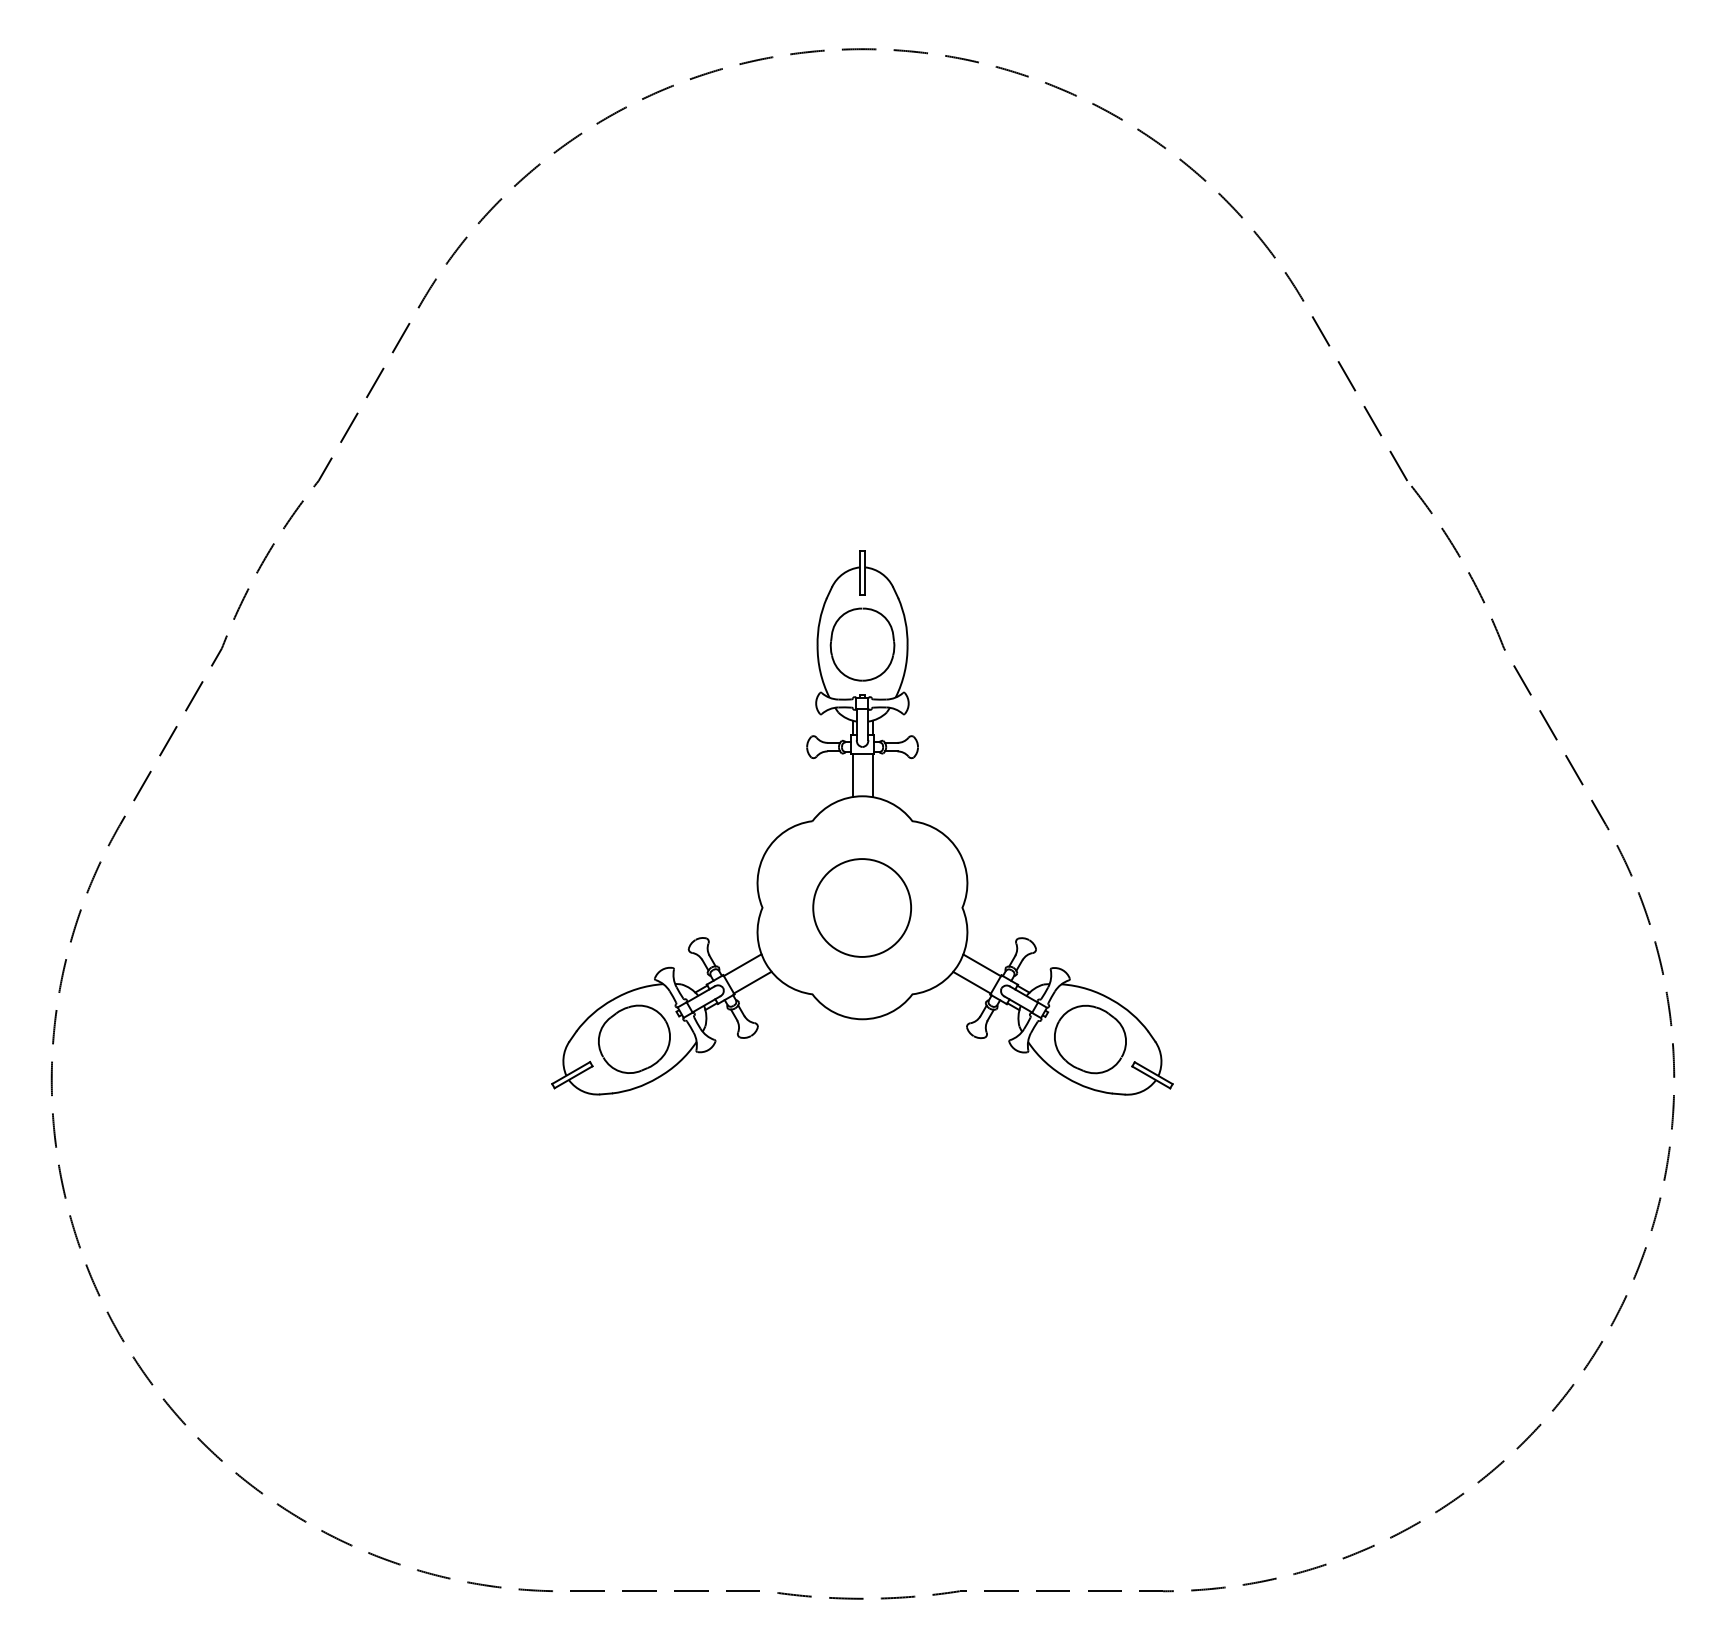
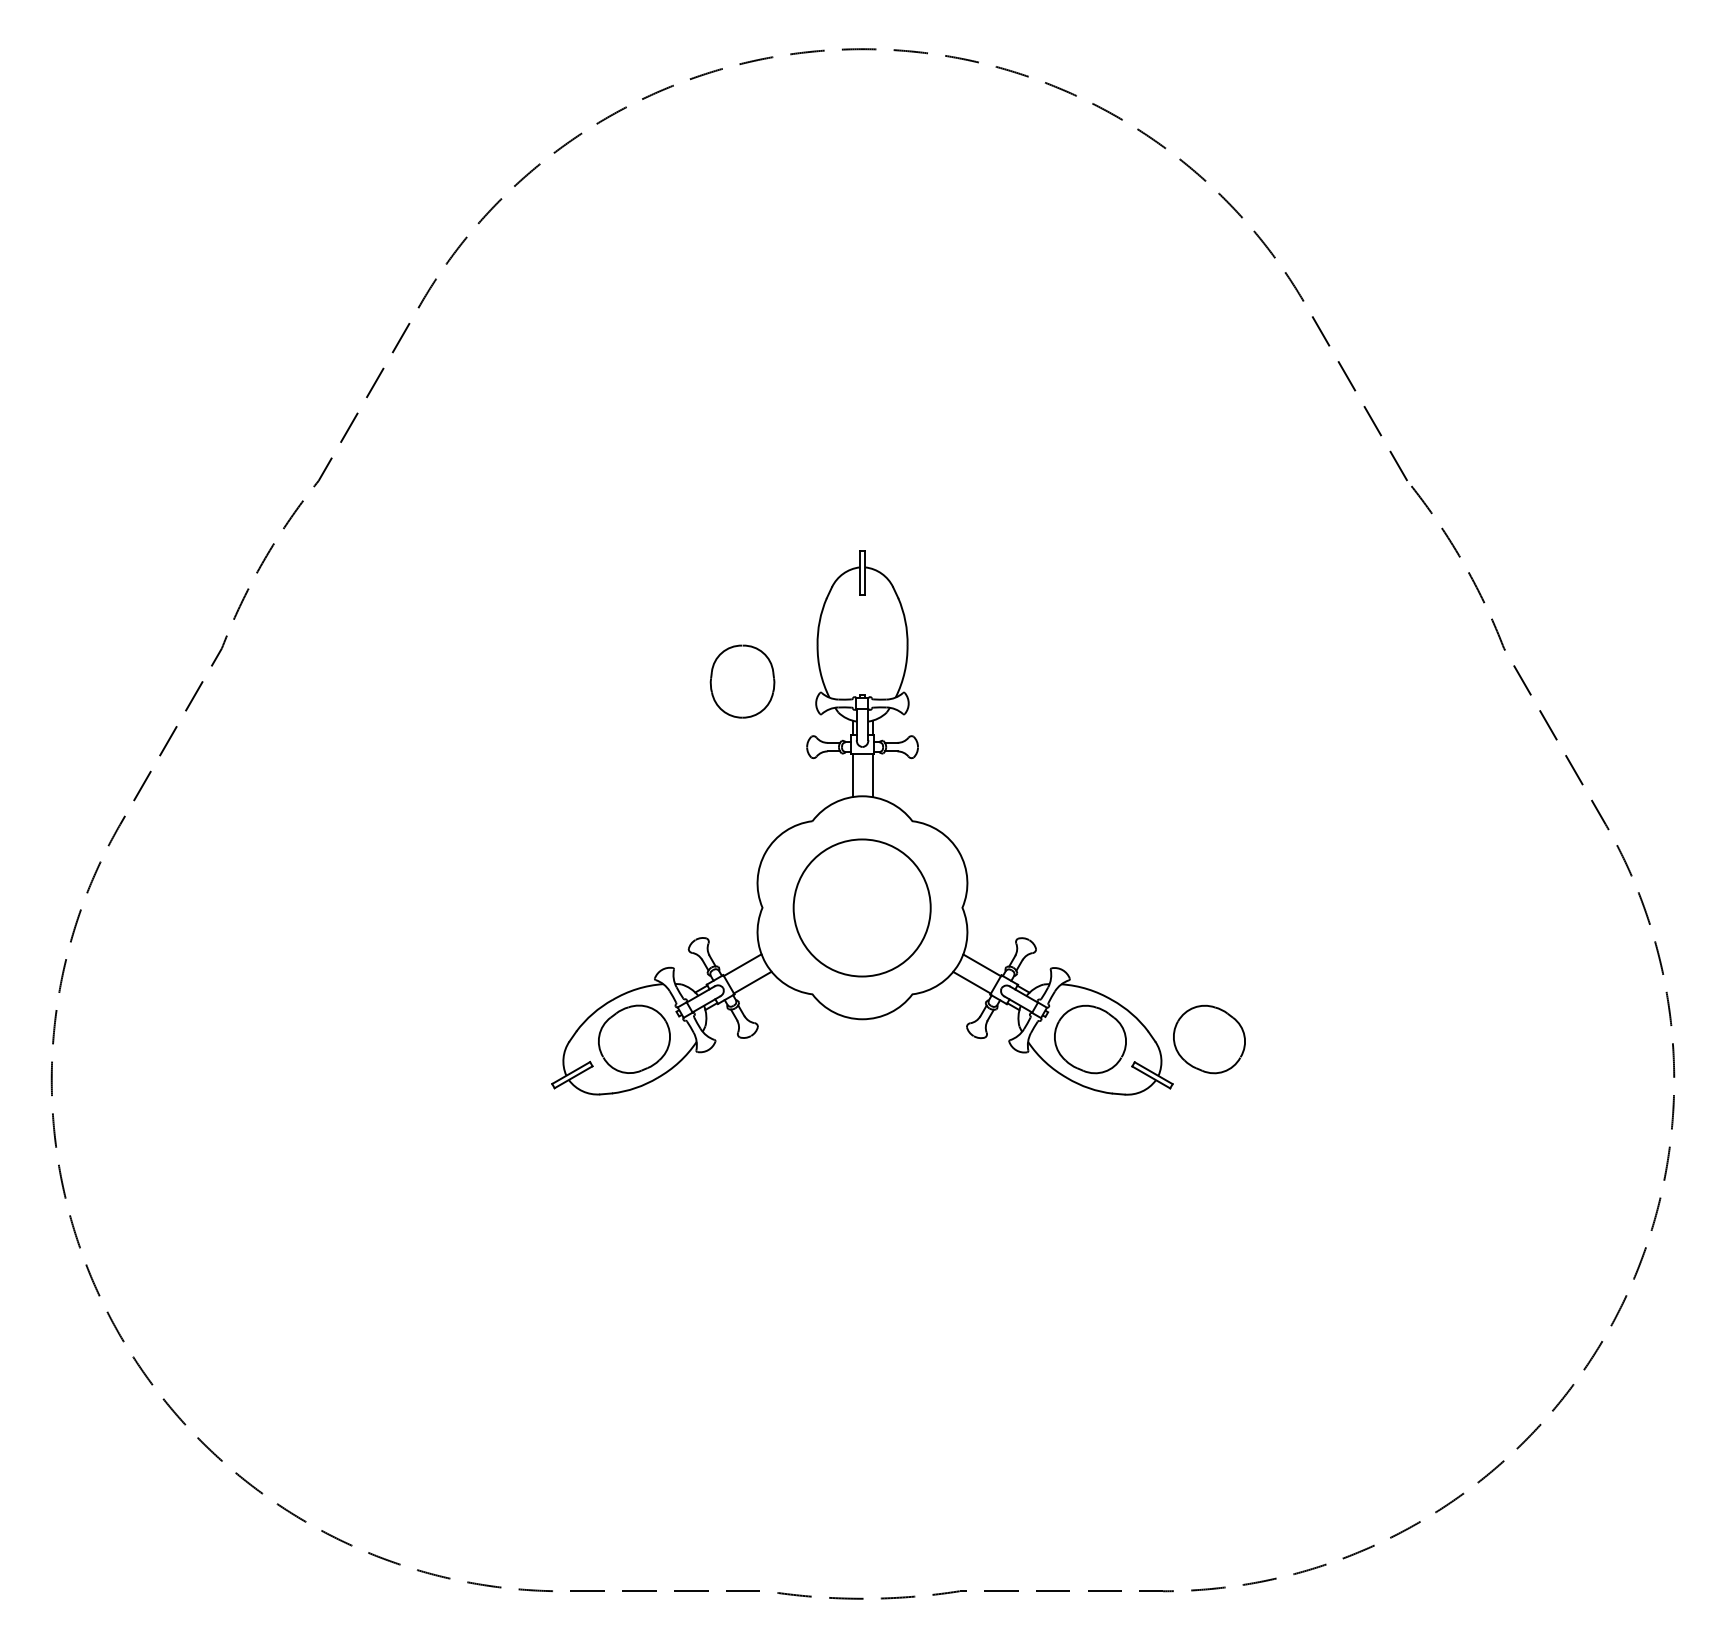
part at (862, 644) position: (862, 644) -> (742, 681)
circle at (862, 907) diameter: 98 px -> 137 px
part at (1209, 1039): none -> present
